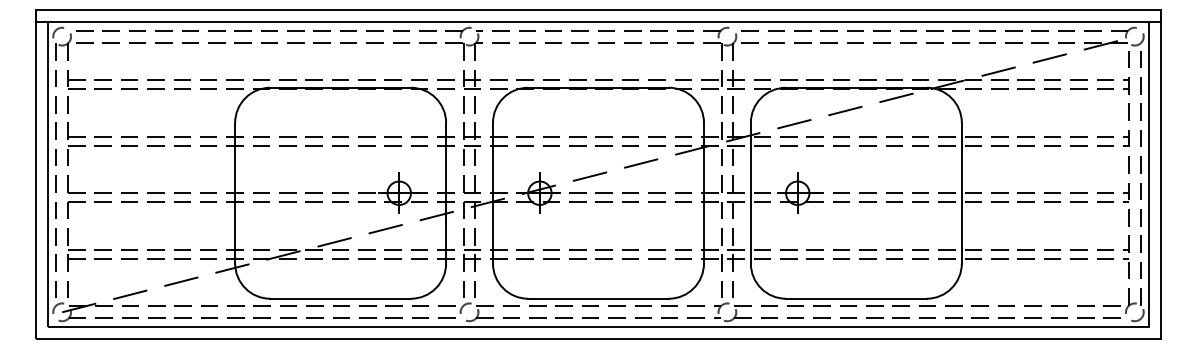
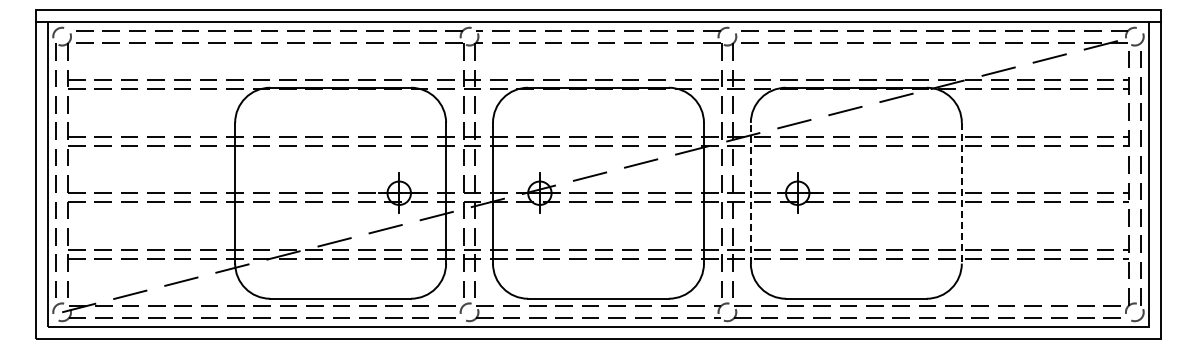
line at (750, 192): solid -> dashed
line at (961, 193): solid -> dashed
